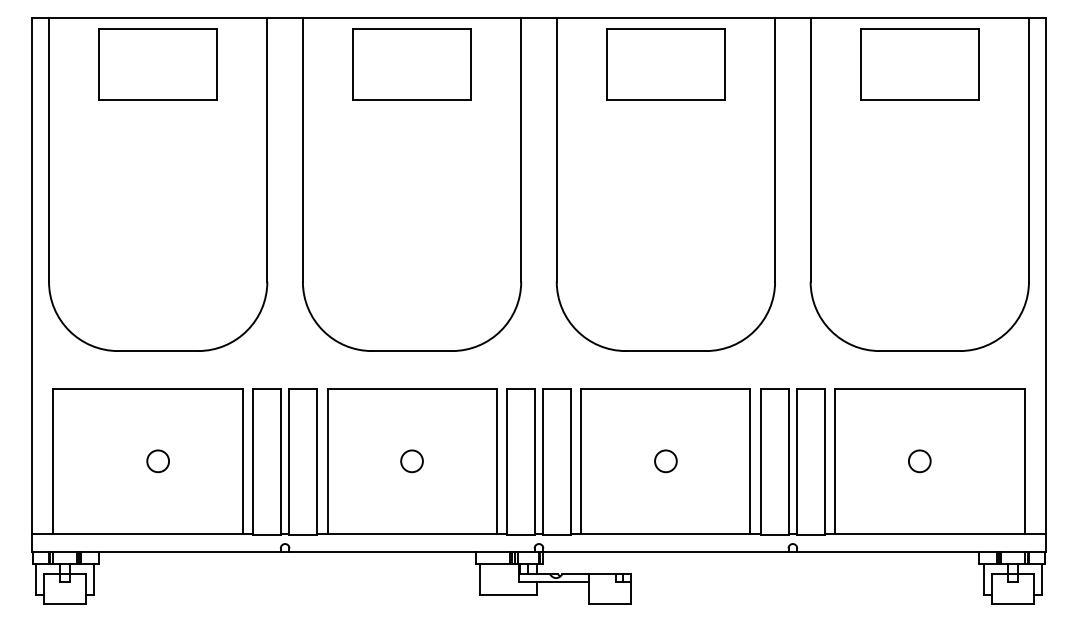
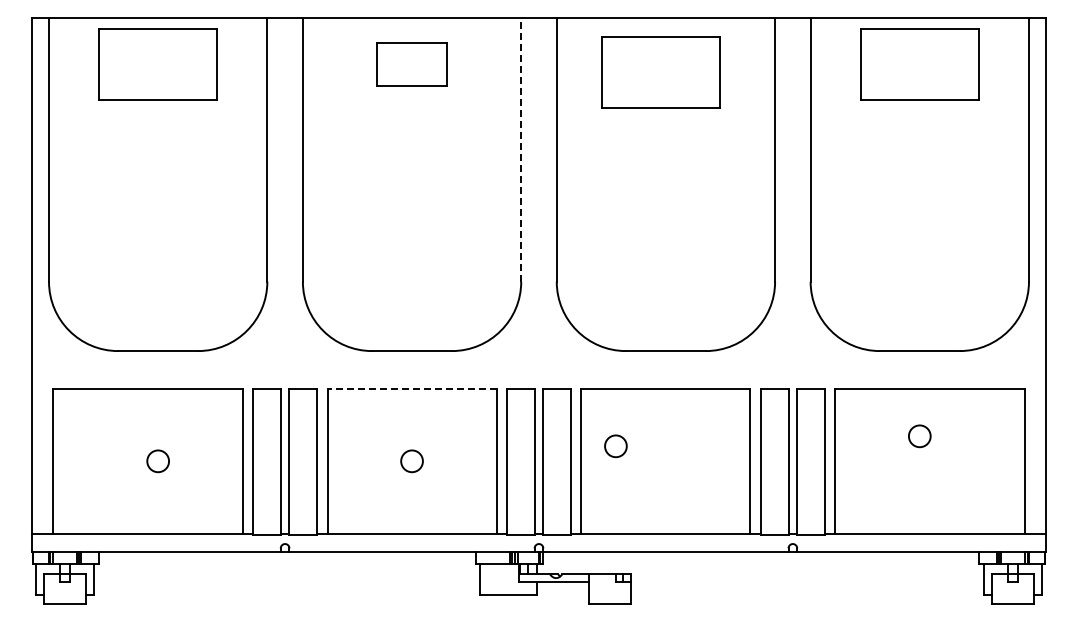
part at (411, 64) size: 120x73 px -> 72x45 px
part at (665, 64) position: (665, 64) -> (660, 72)
line at (521, 150): solid -> dashed
line at (412, 388): solid -> dashed
circle at (665, 461) position: (665, 461) -> (615, 446)
circle at (919, 461) position: (919, 461) -> (919, 436)
